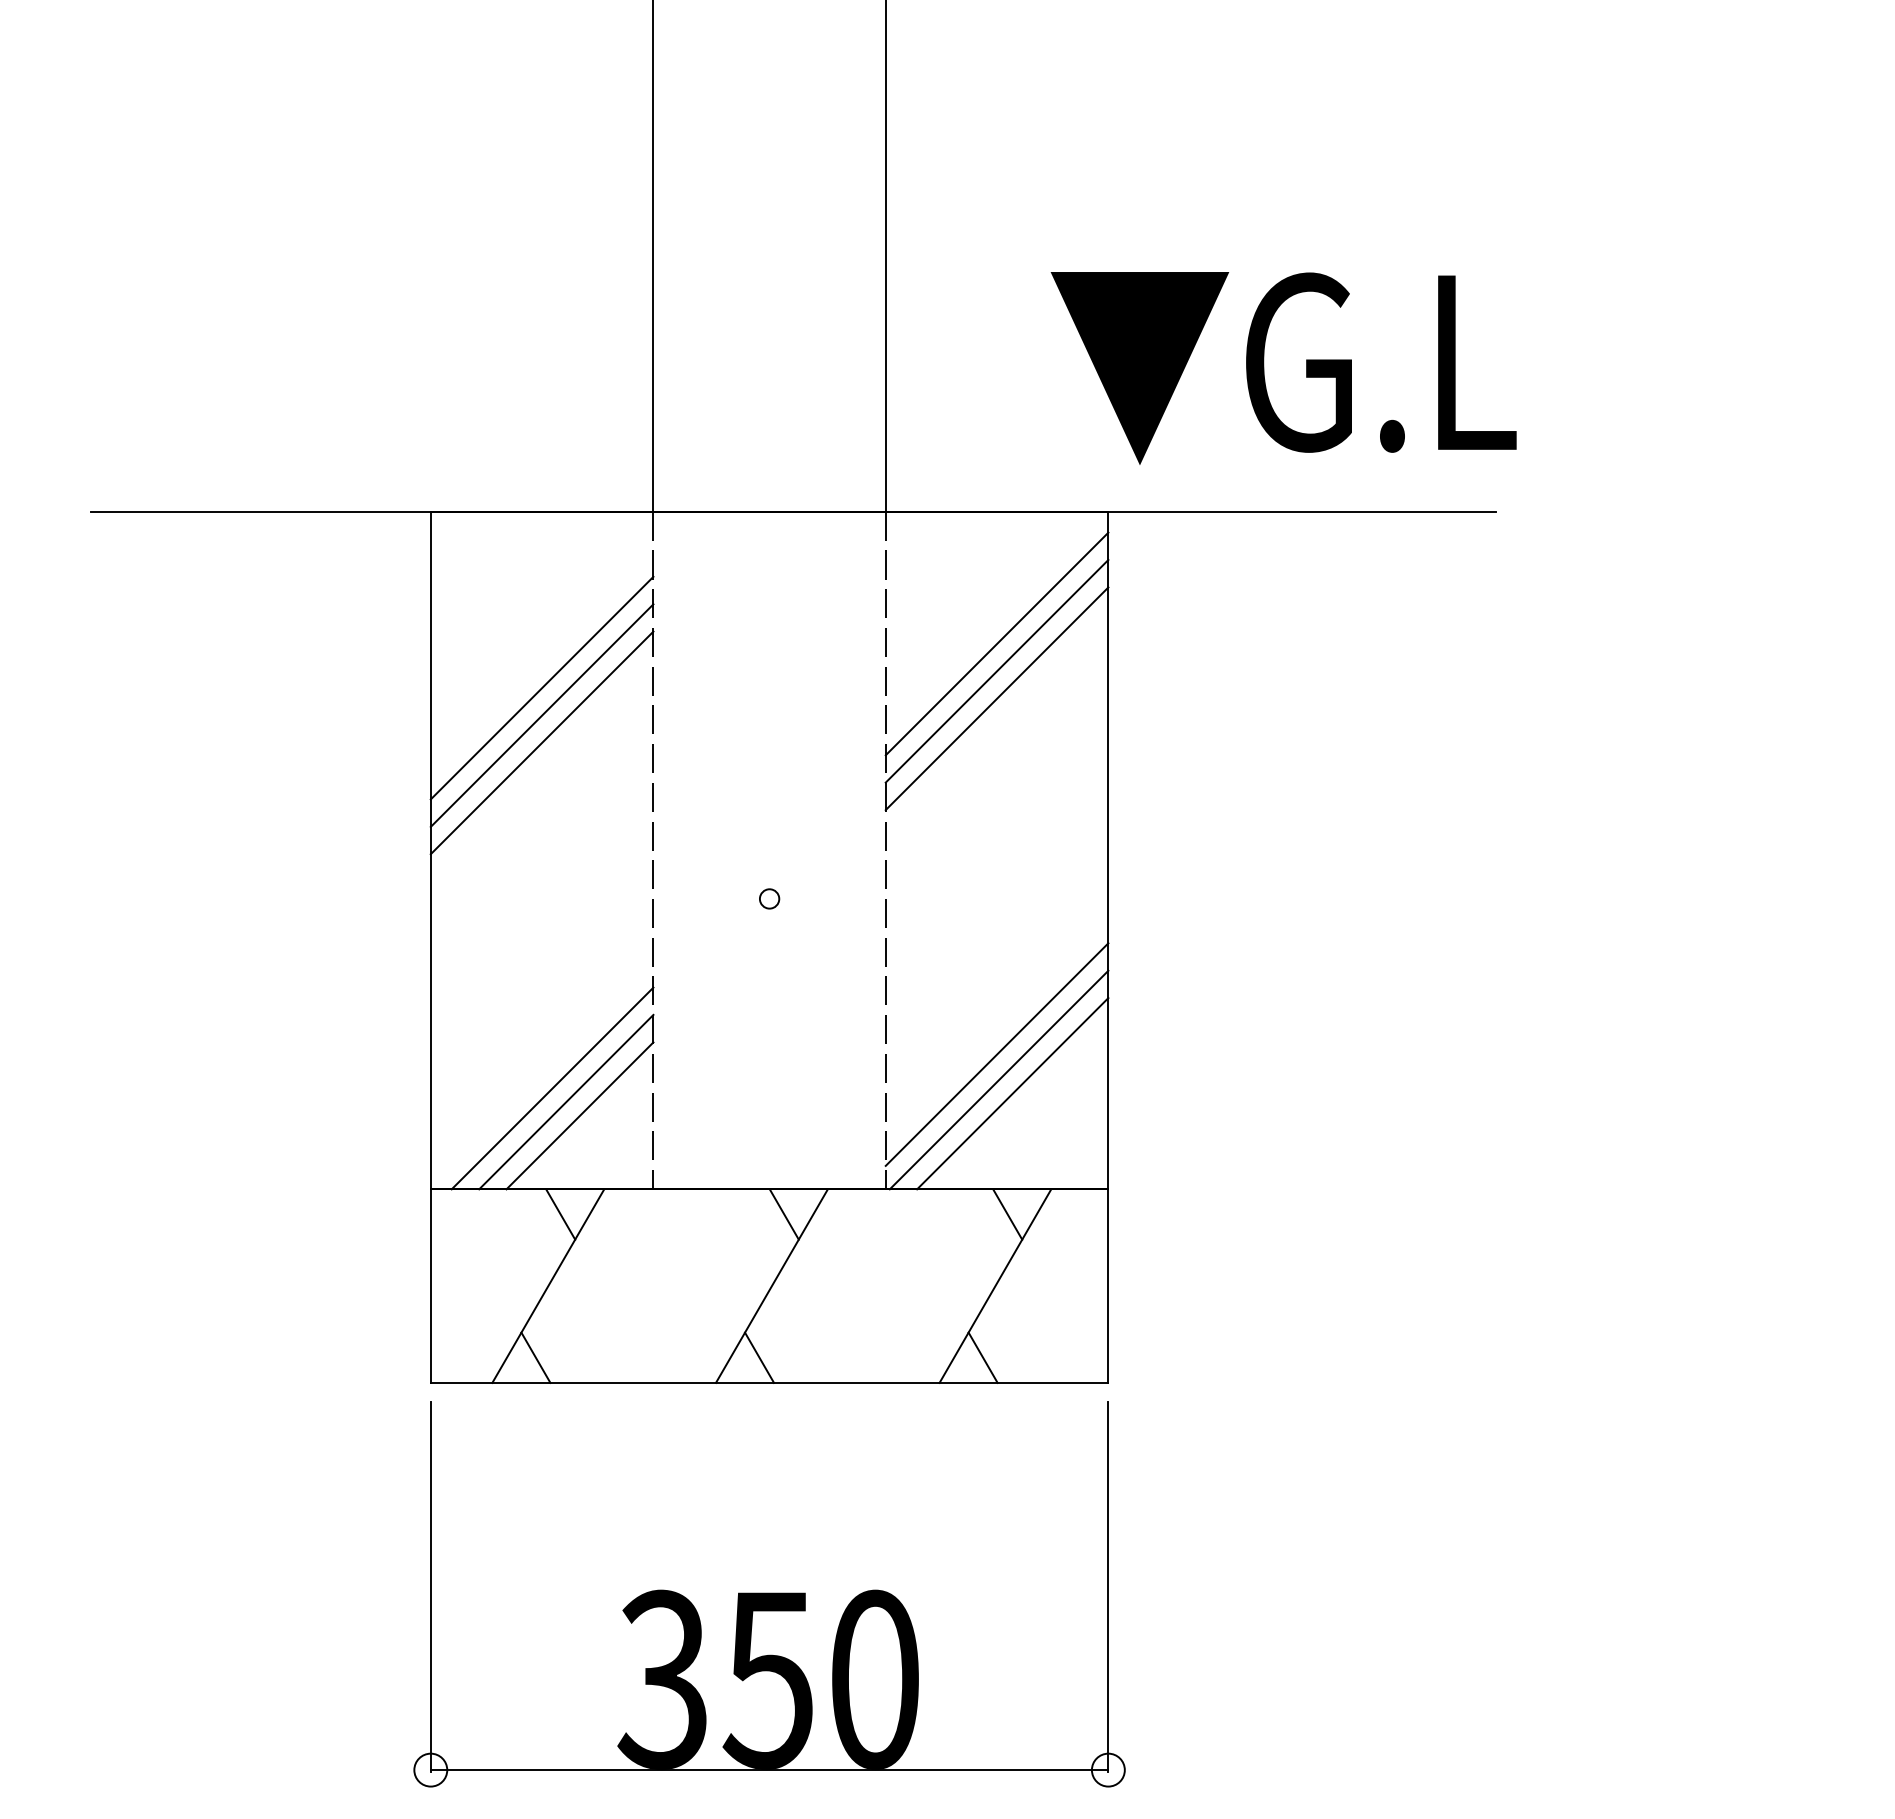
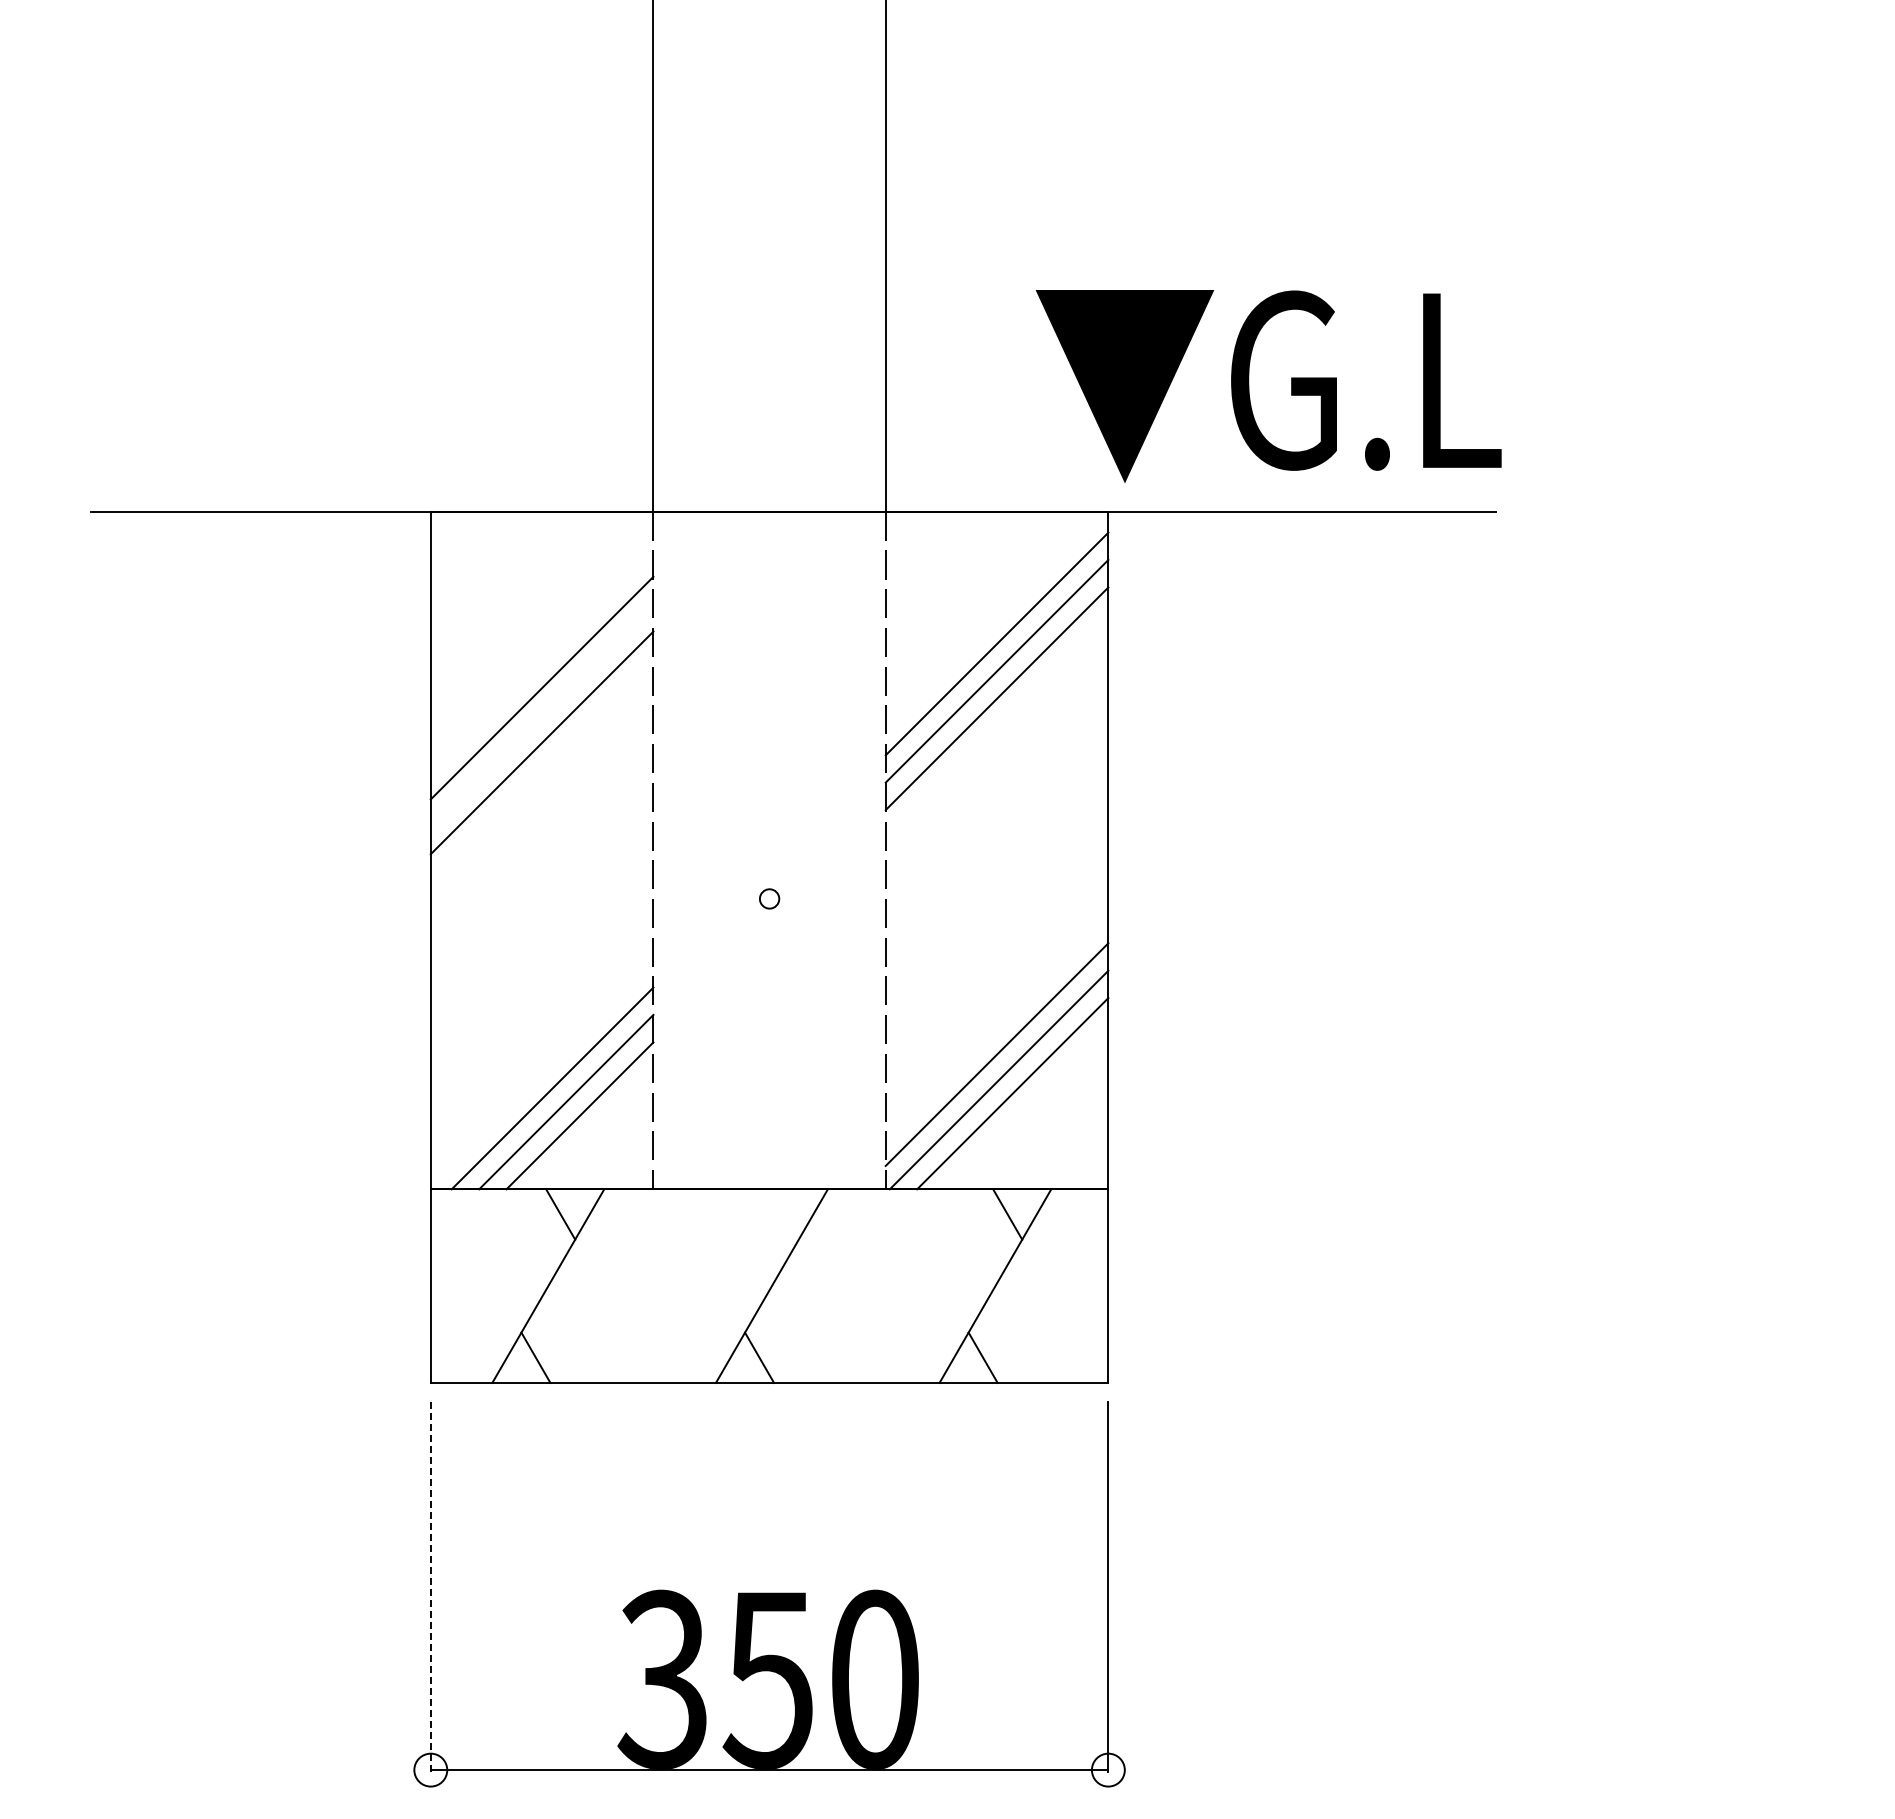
text at (1283, 368) position: (1283, 368) -> (1268, 386)
line at (541, 715): present -> none
line at (783, 1214): present -> none
line at (430, 1587): solid -> dashed
